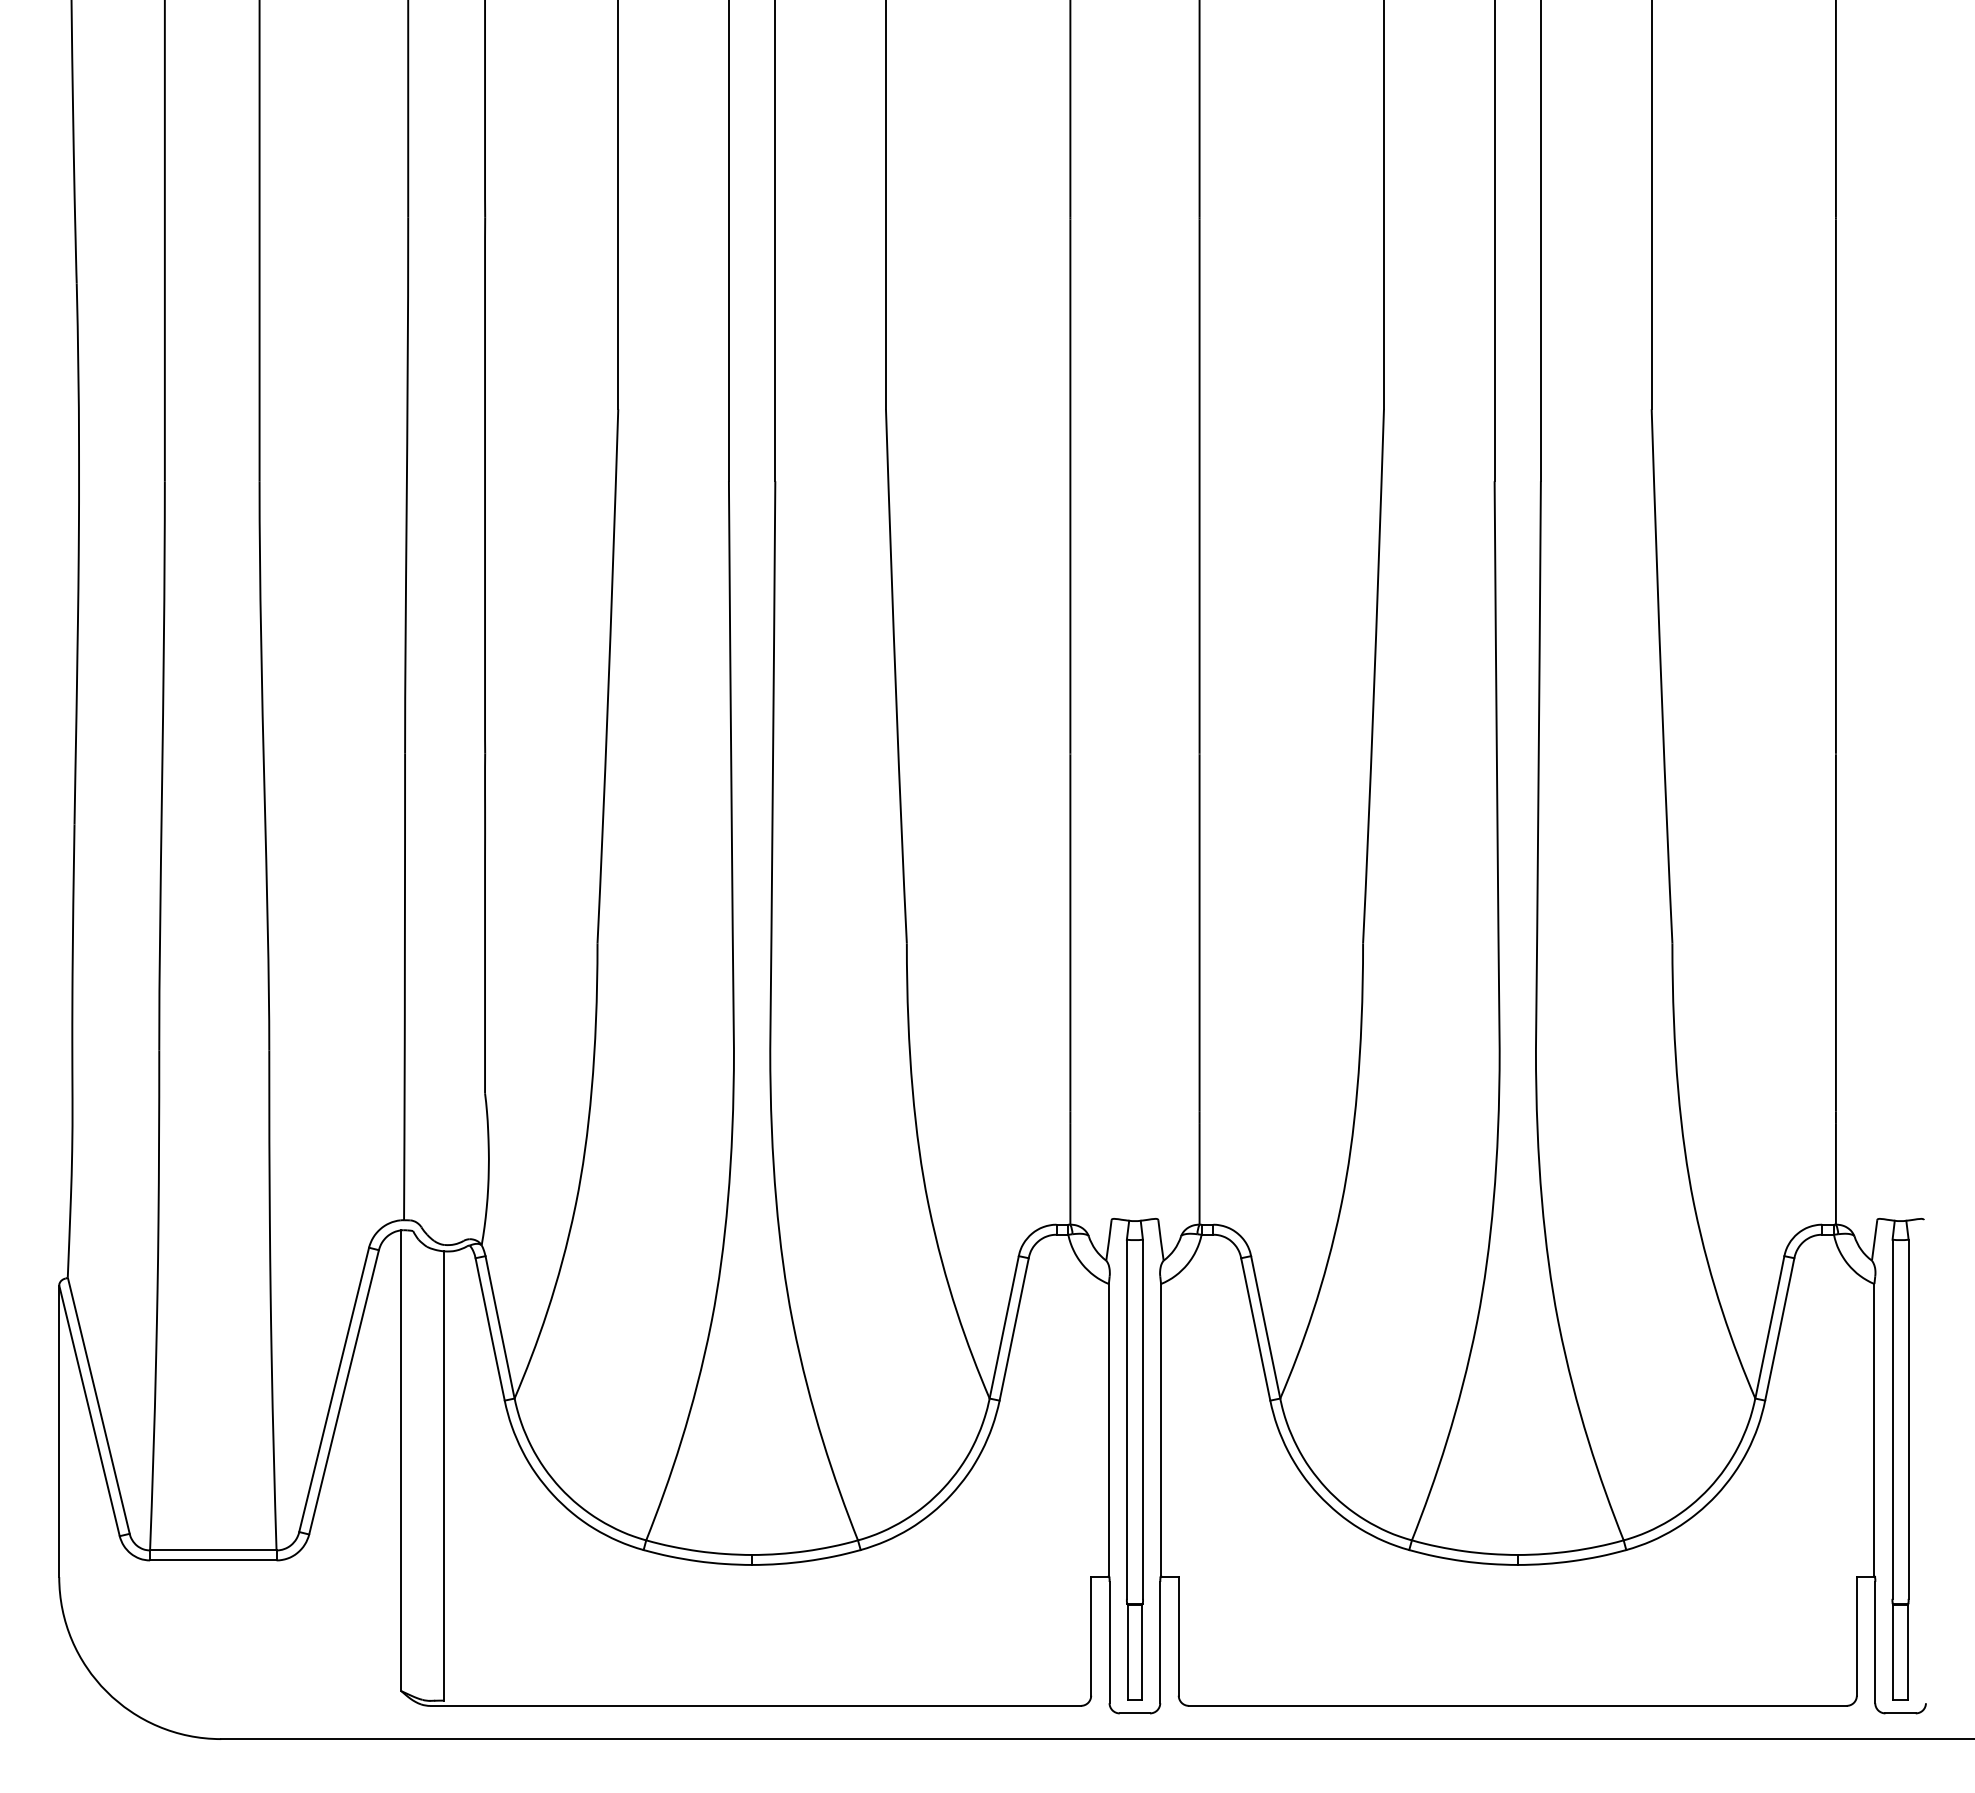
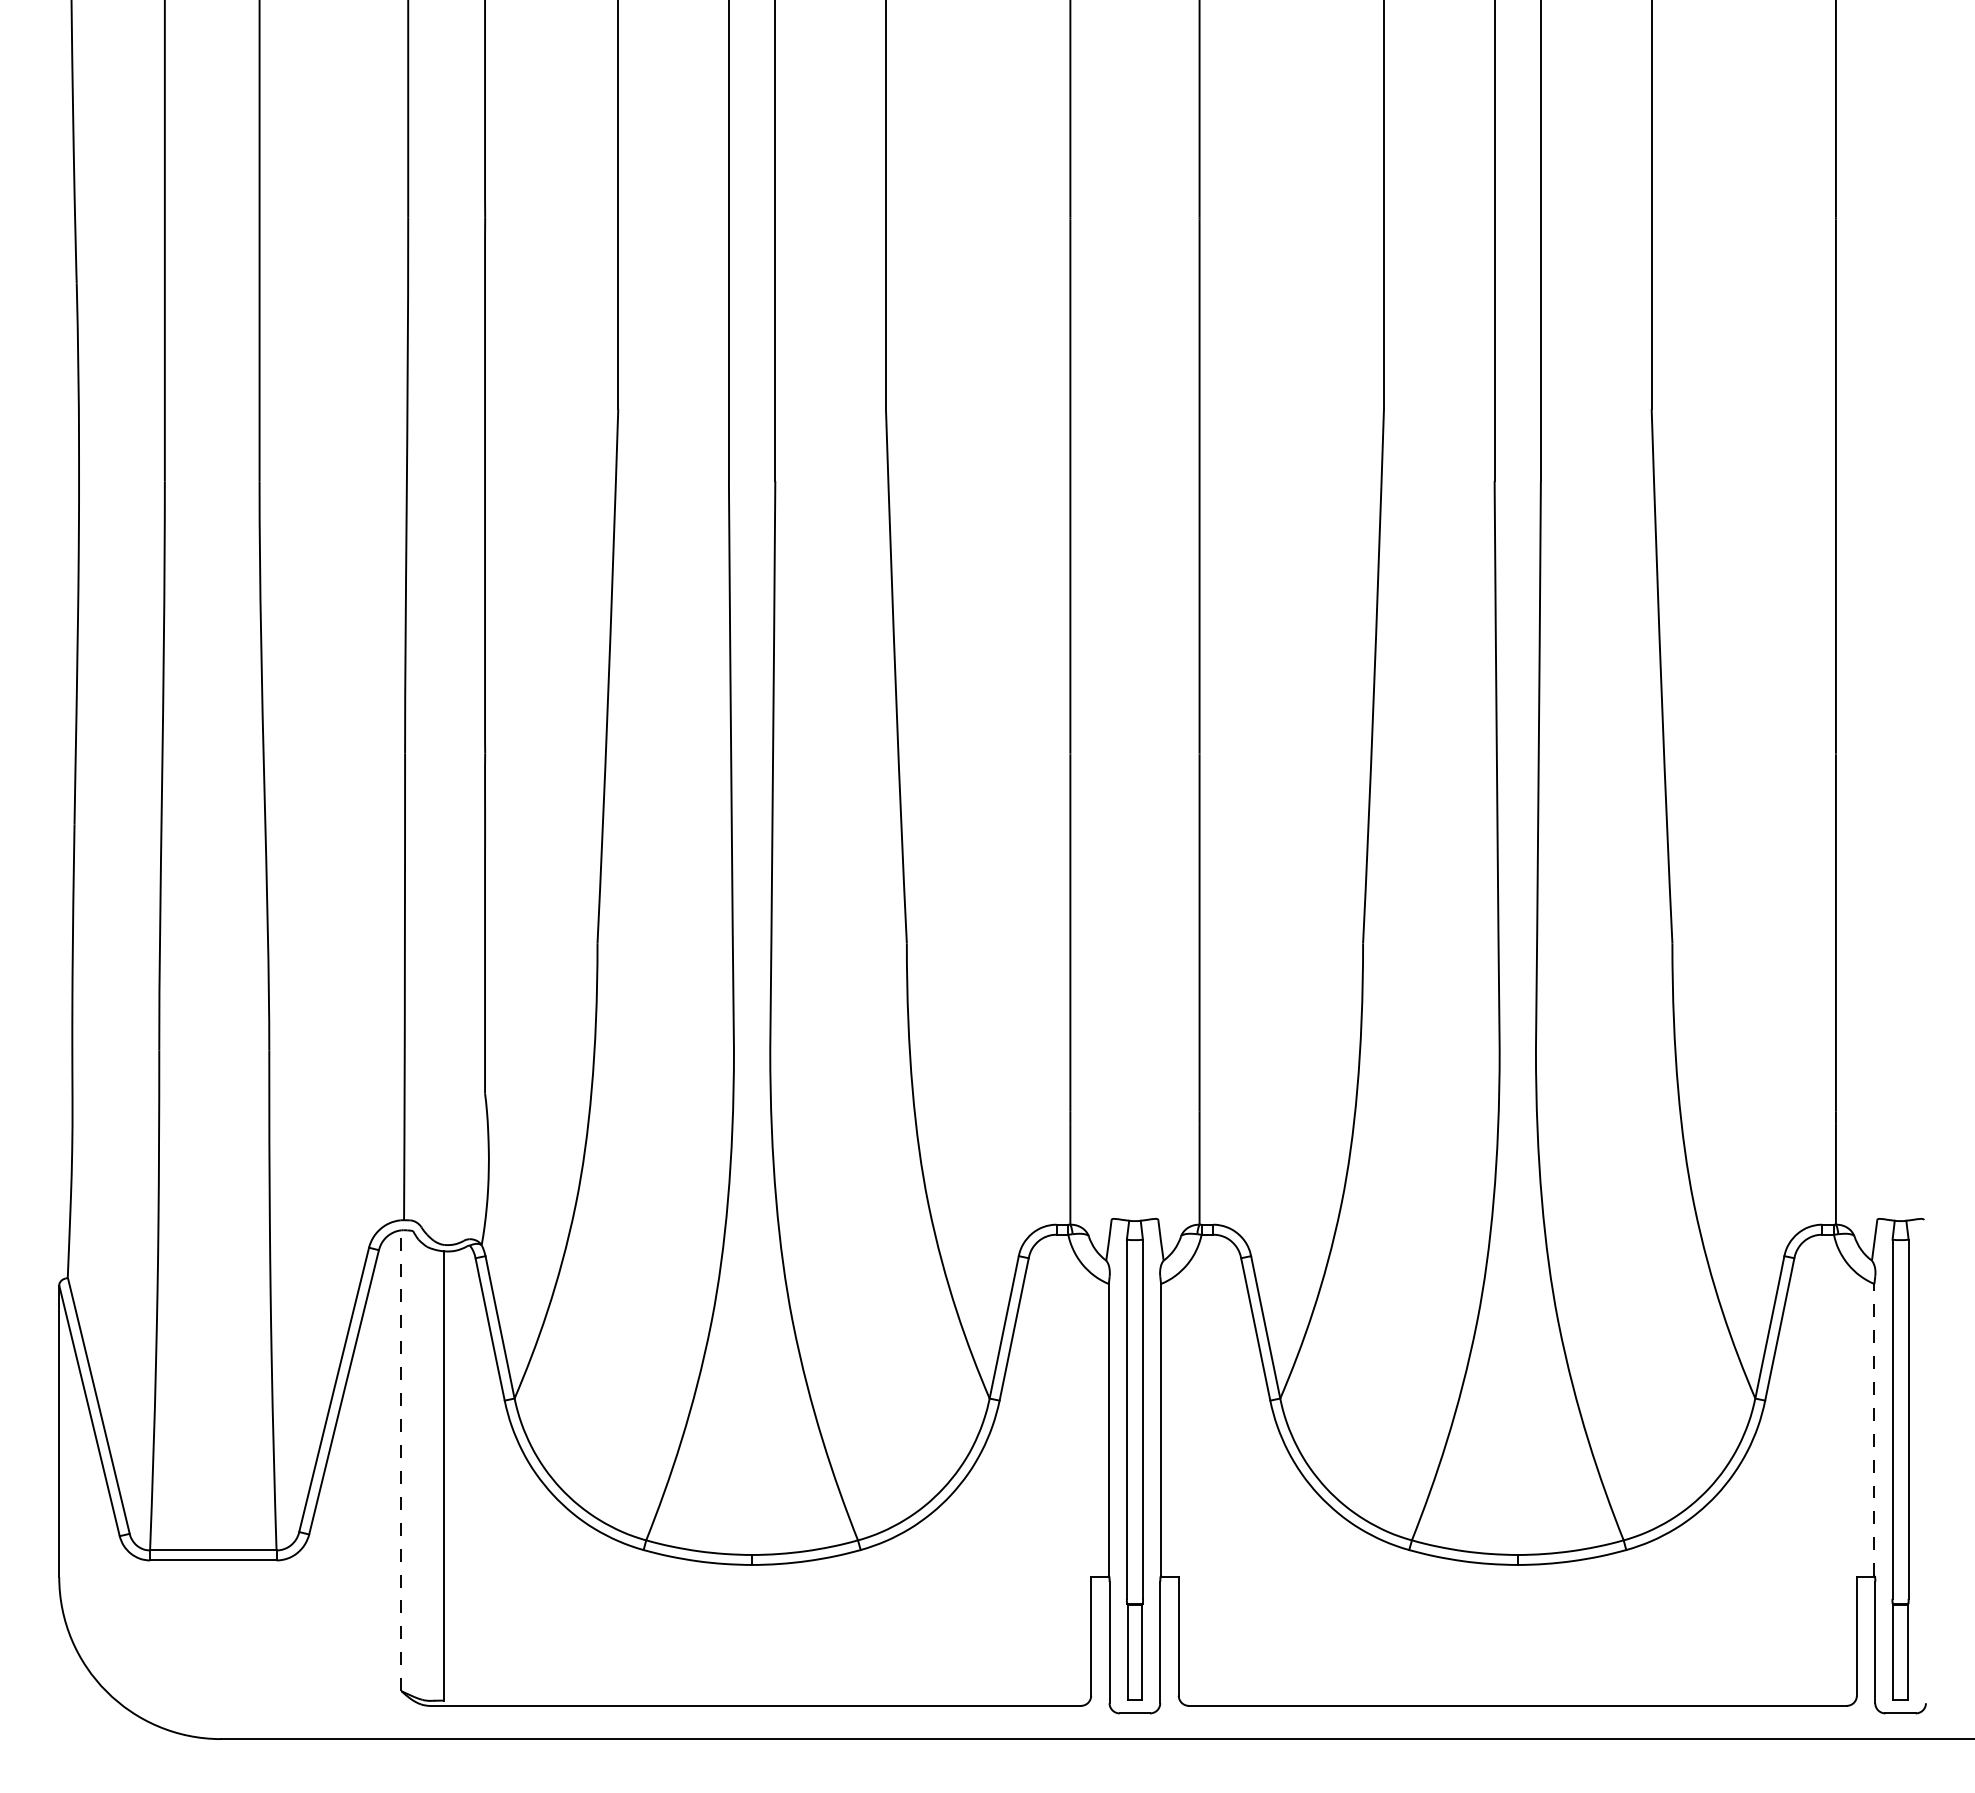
line at (1874, 1429): solid -> dashed
line at (401, 1460): solid -> dashed
